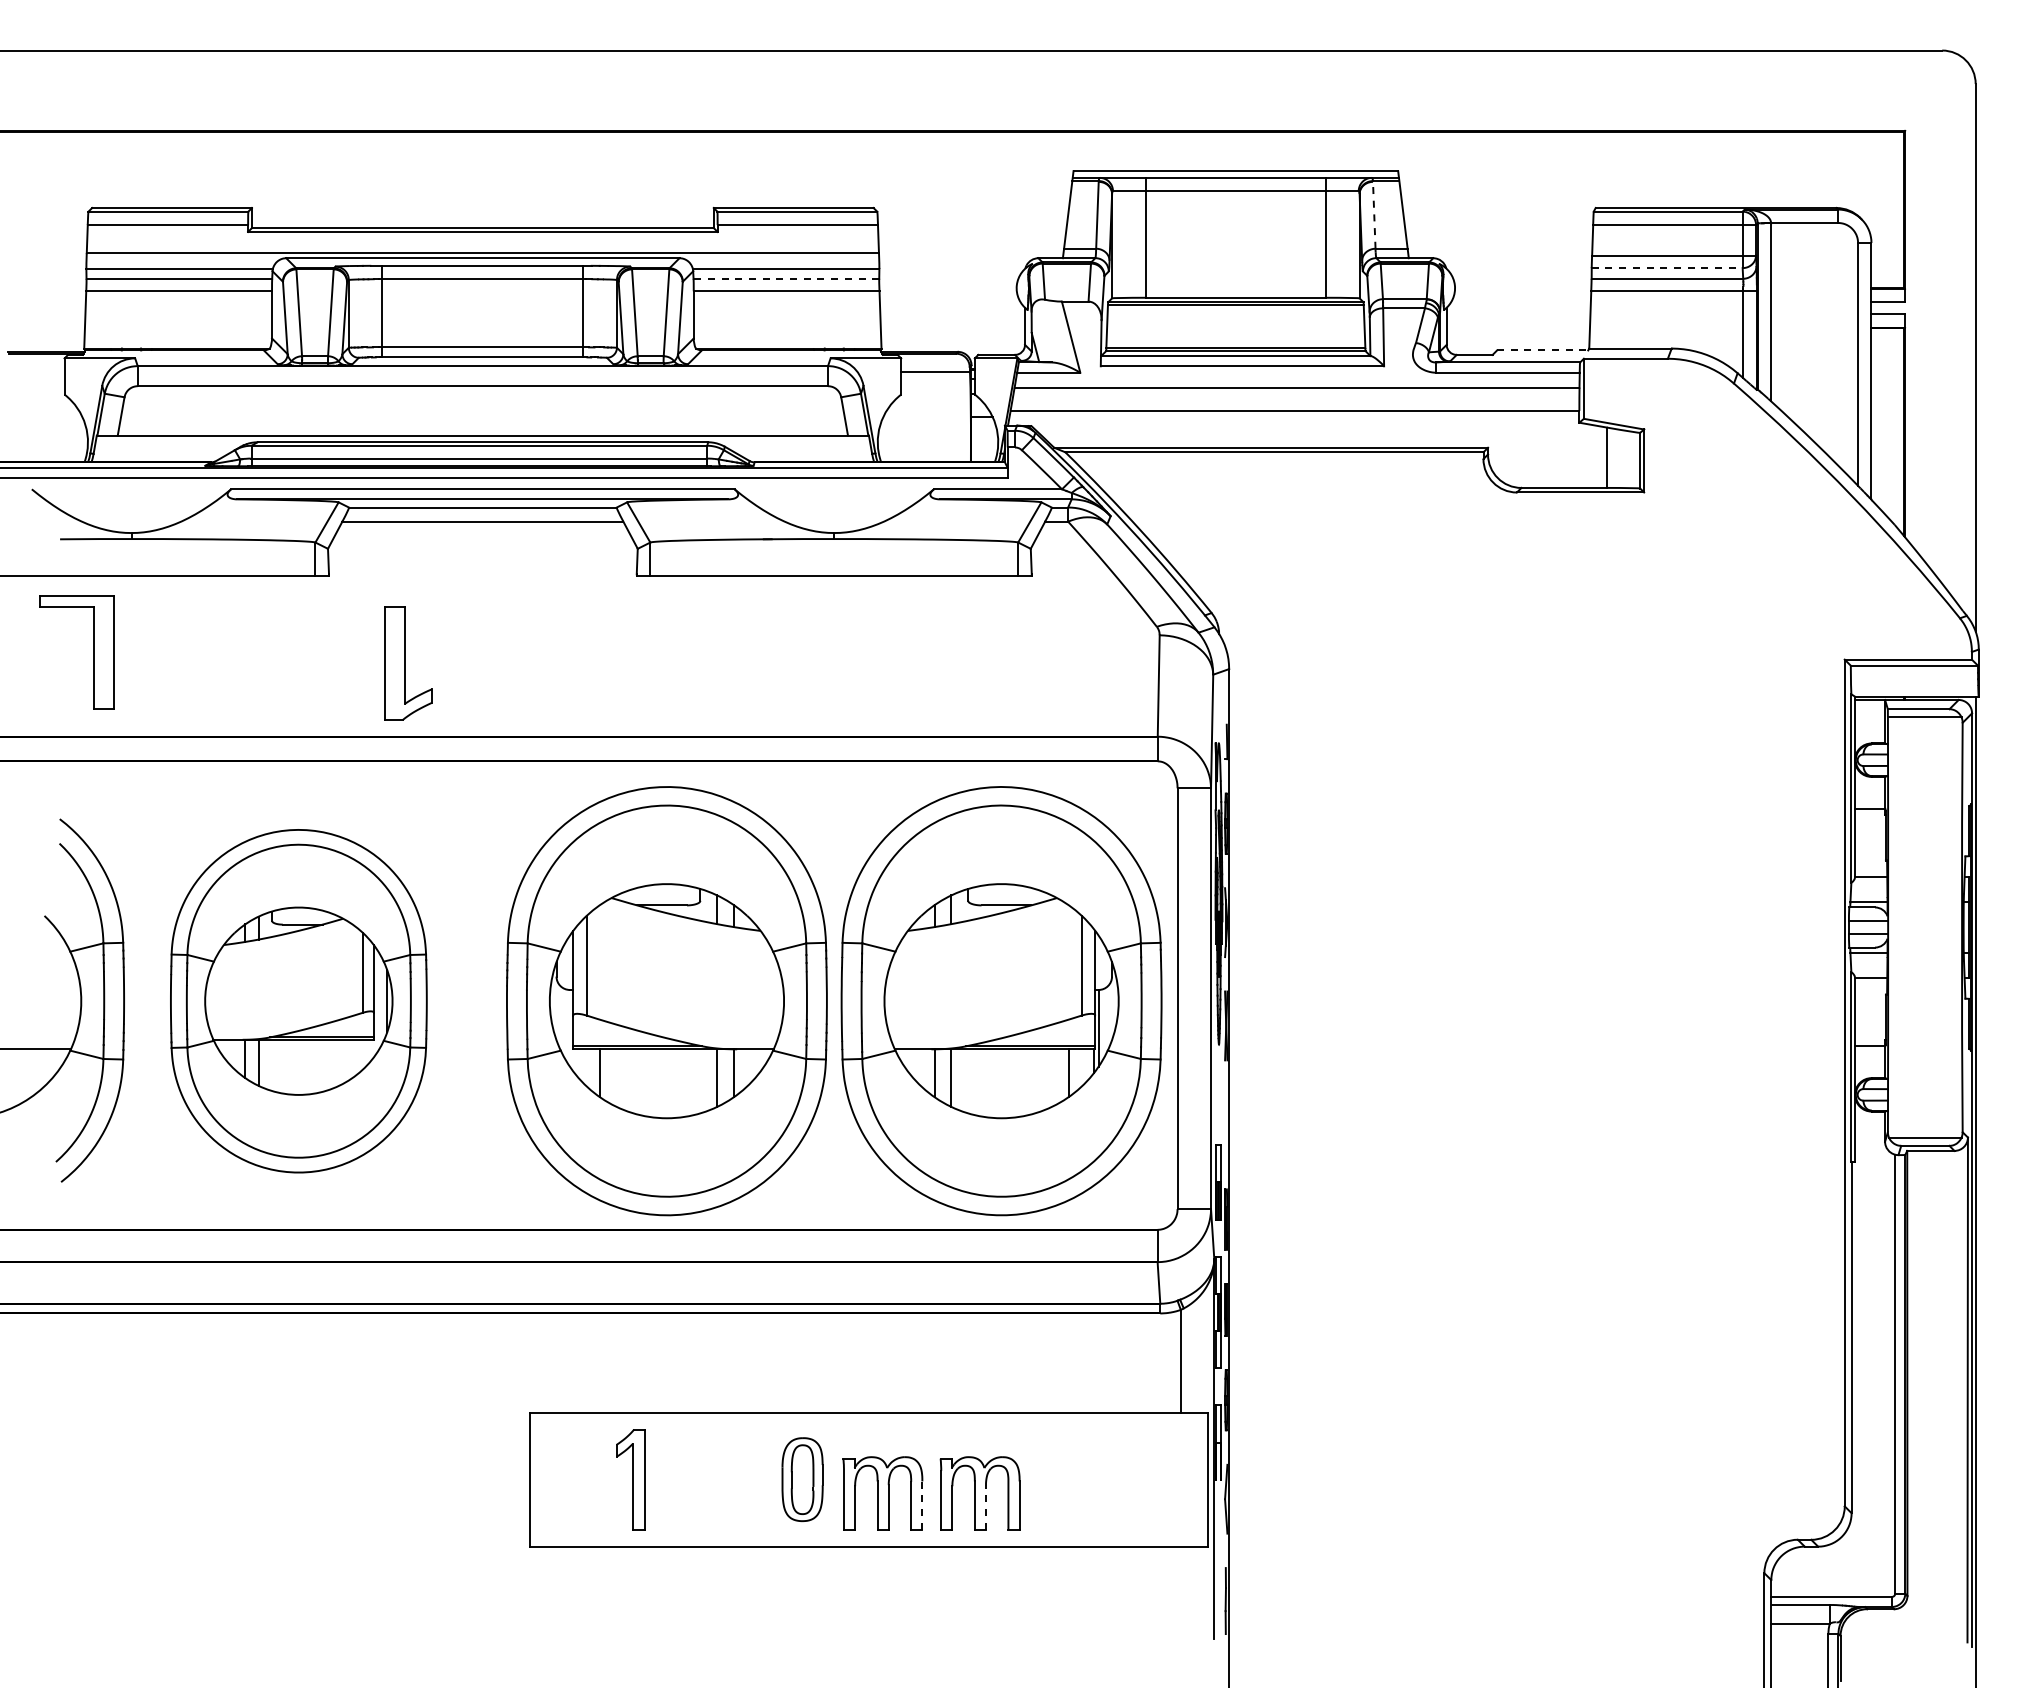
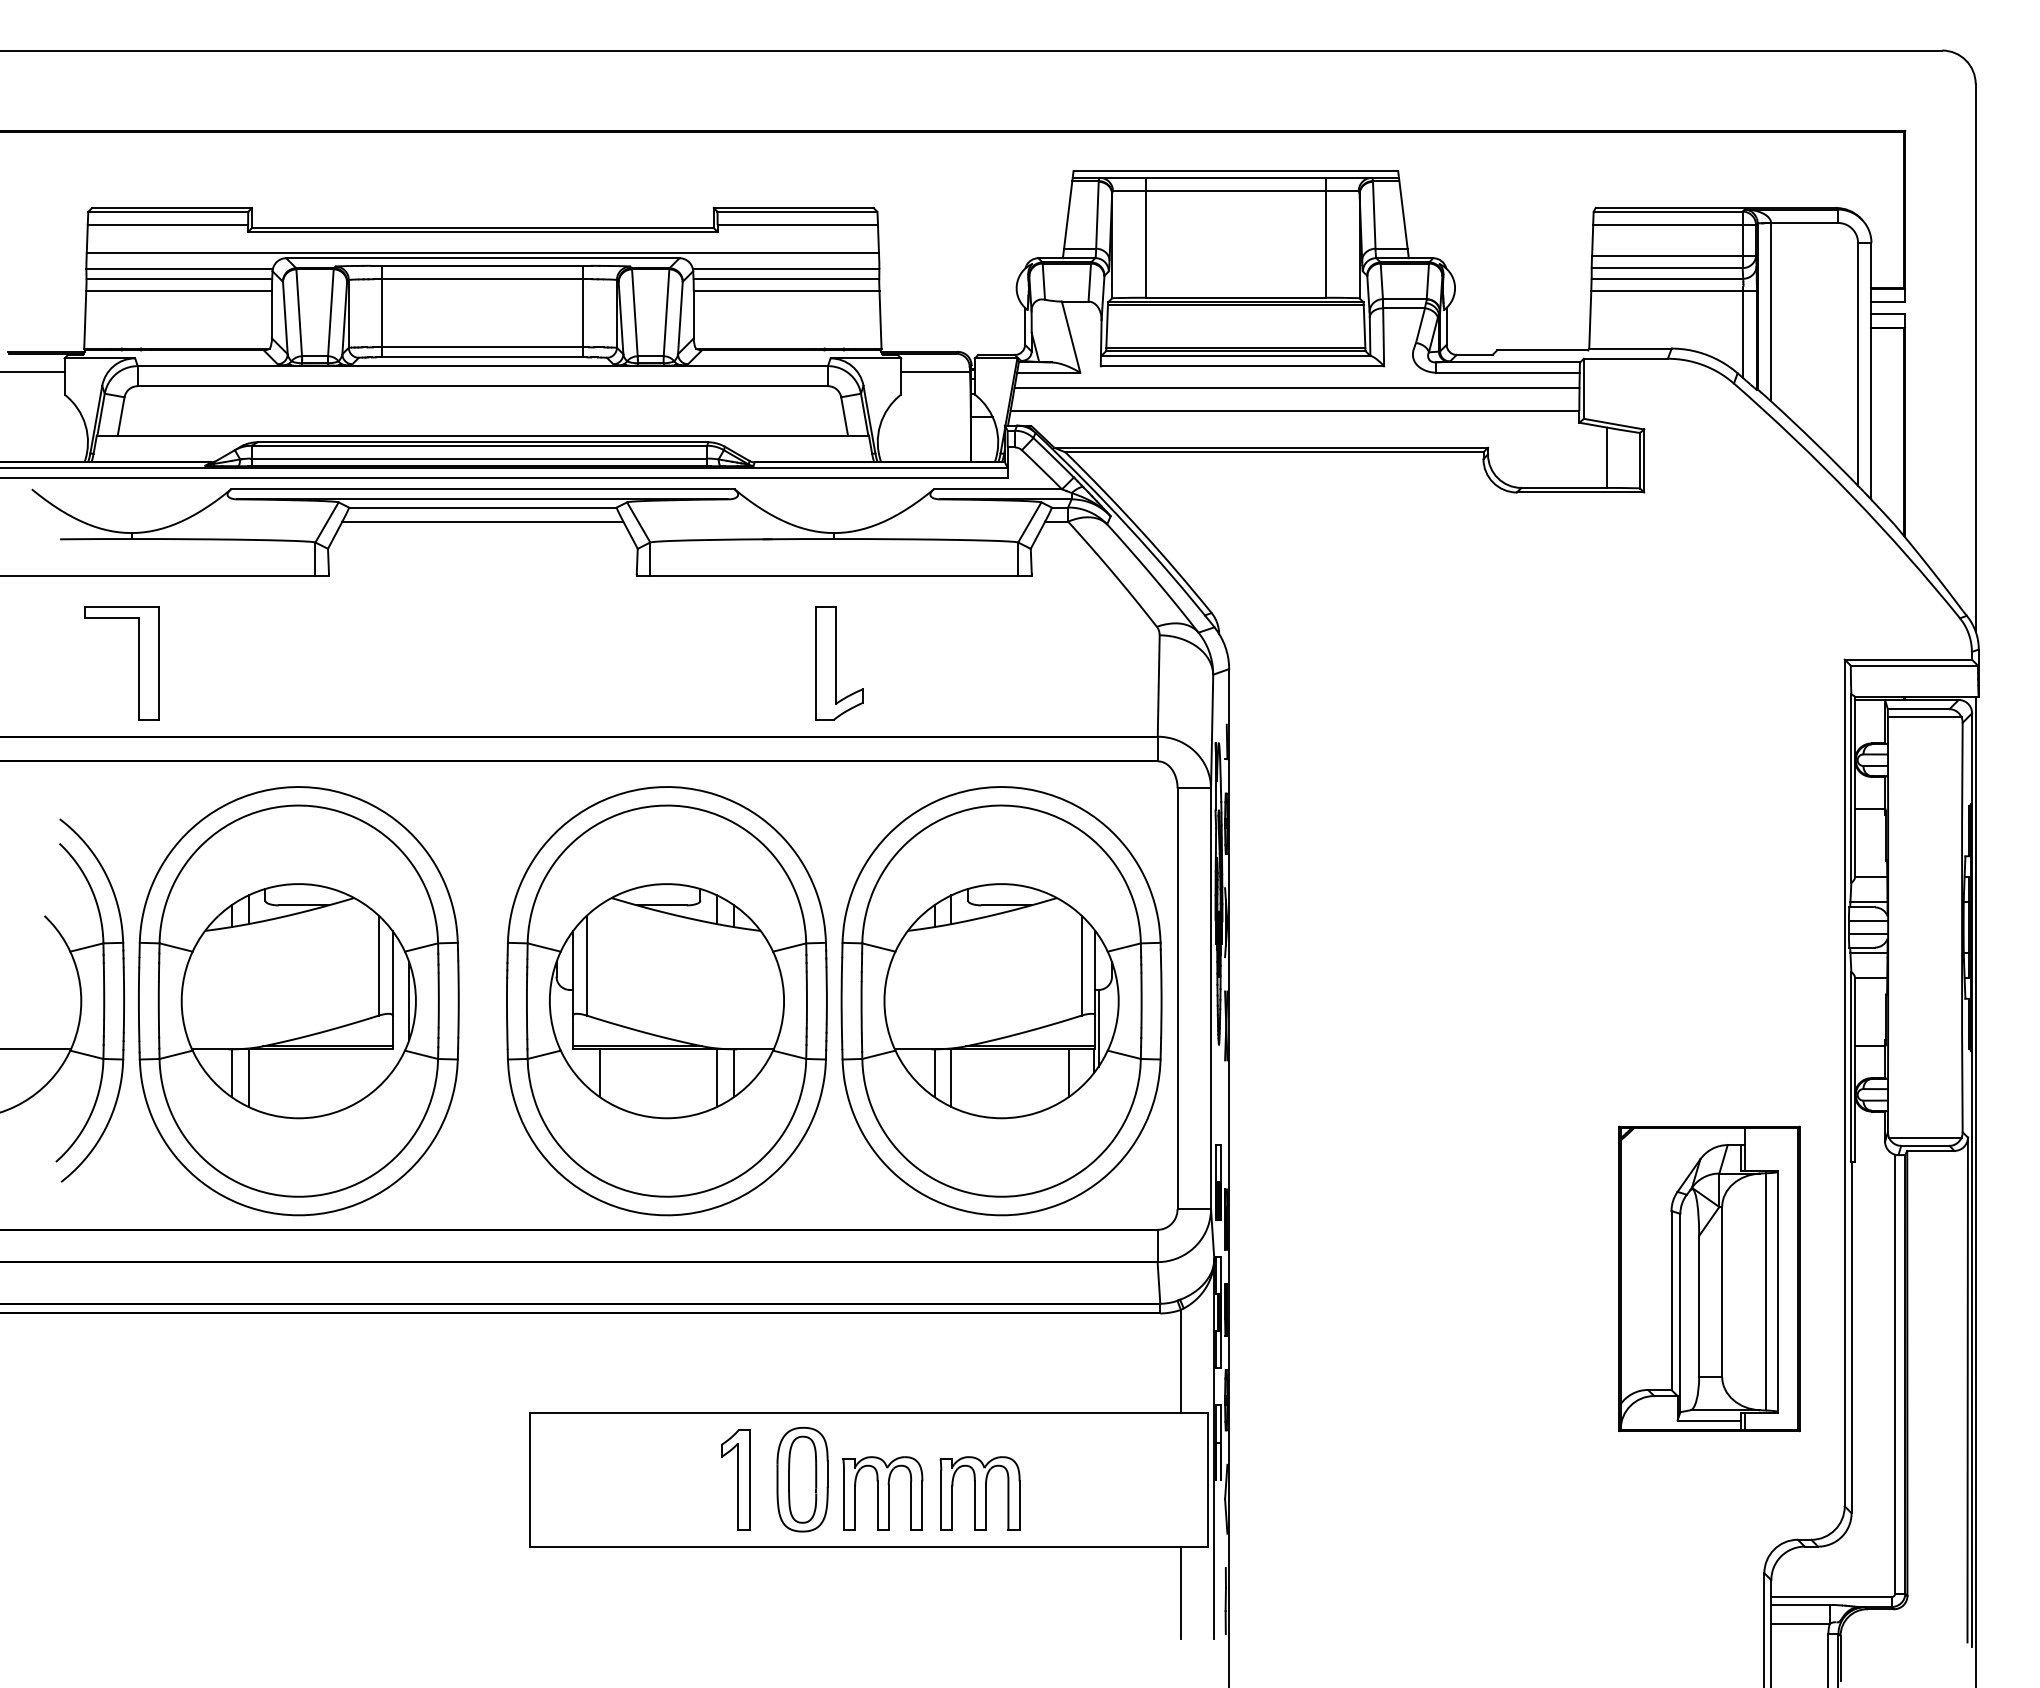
line at (1374, 215): dashed -> solid
line at (1667, 268): dashed -> solid
line at (786, 278): dashed -> solid
line at (1542, 350): dashed -> solid
line at (33, 371): none -> present
part at (93, 652) position: (93, 652) -> (138, 663)
part at (408, 663) position: (408, 663) -> (839, 663)
part at (298, 1001) size: 258x345 px -> 322x431 px
part at (1709, 1278): none -> present
part at (630, 1479) position: (630, 1479) -> (735, 1479)
part at (802, 1479) size: 43x86 px -> 53x107 px
line at (922, 1505): dashed -> solid
line at (986, 1506): dashed -> solid
line at (1180, 1592): none -> present
